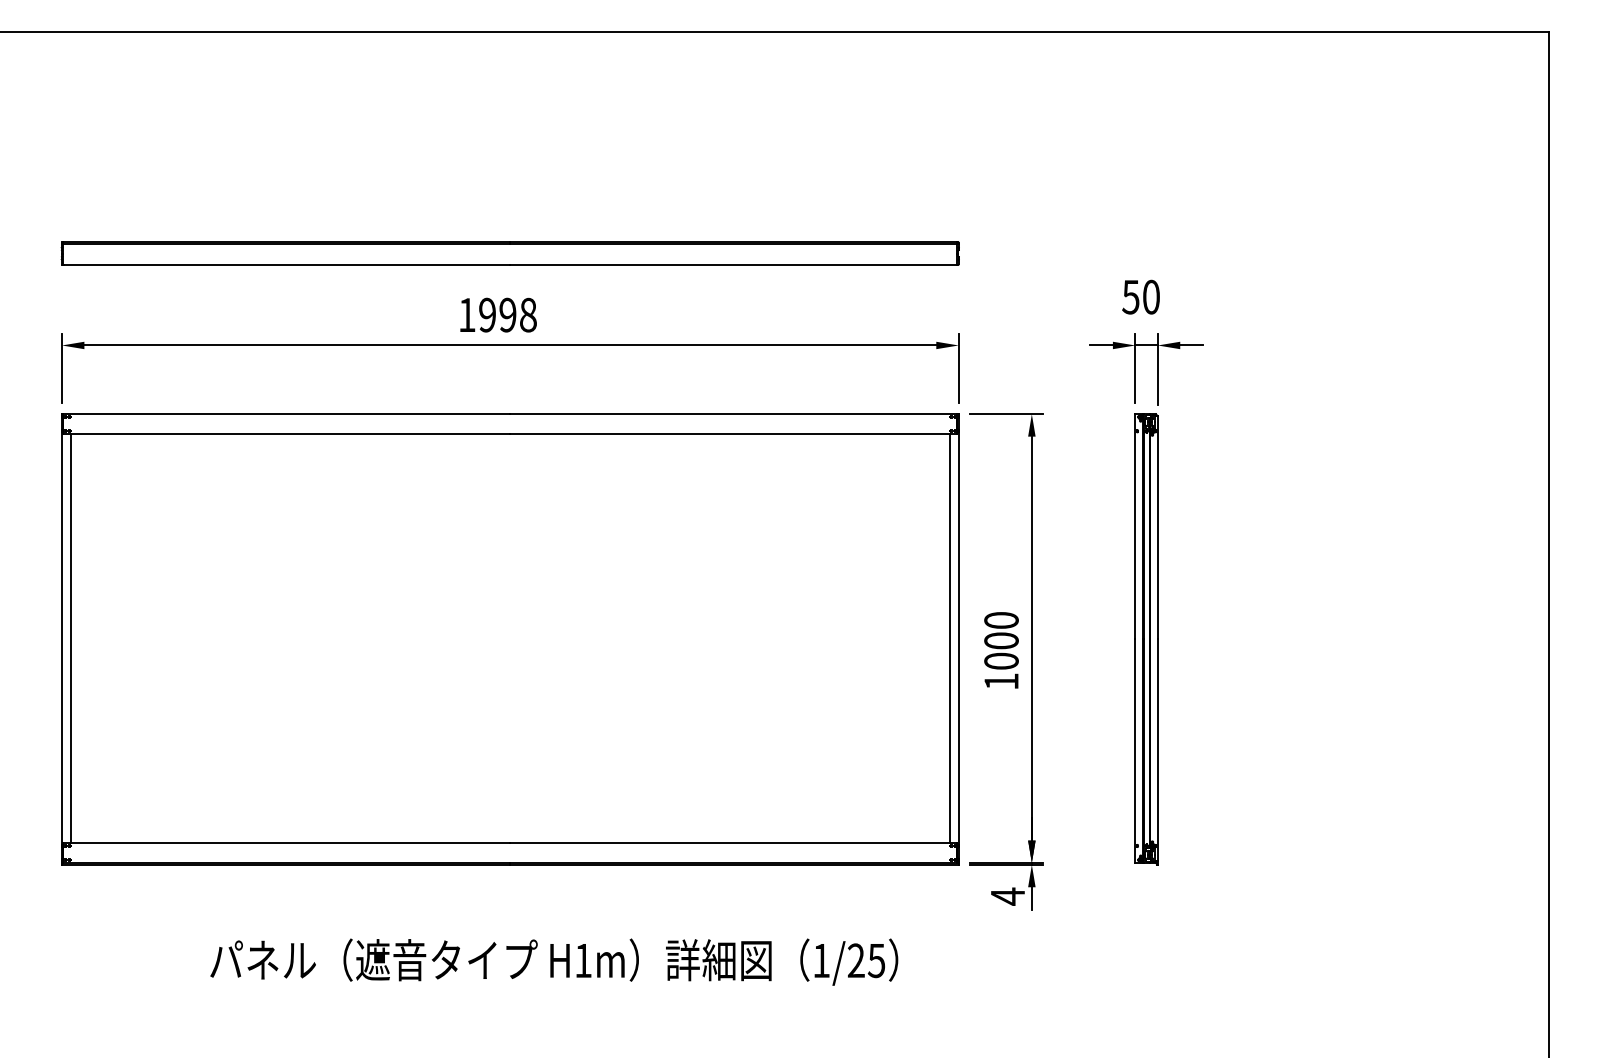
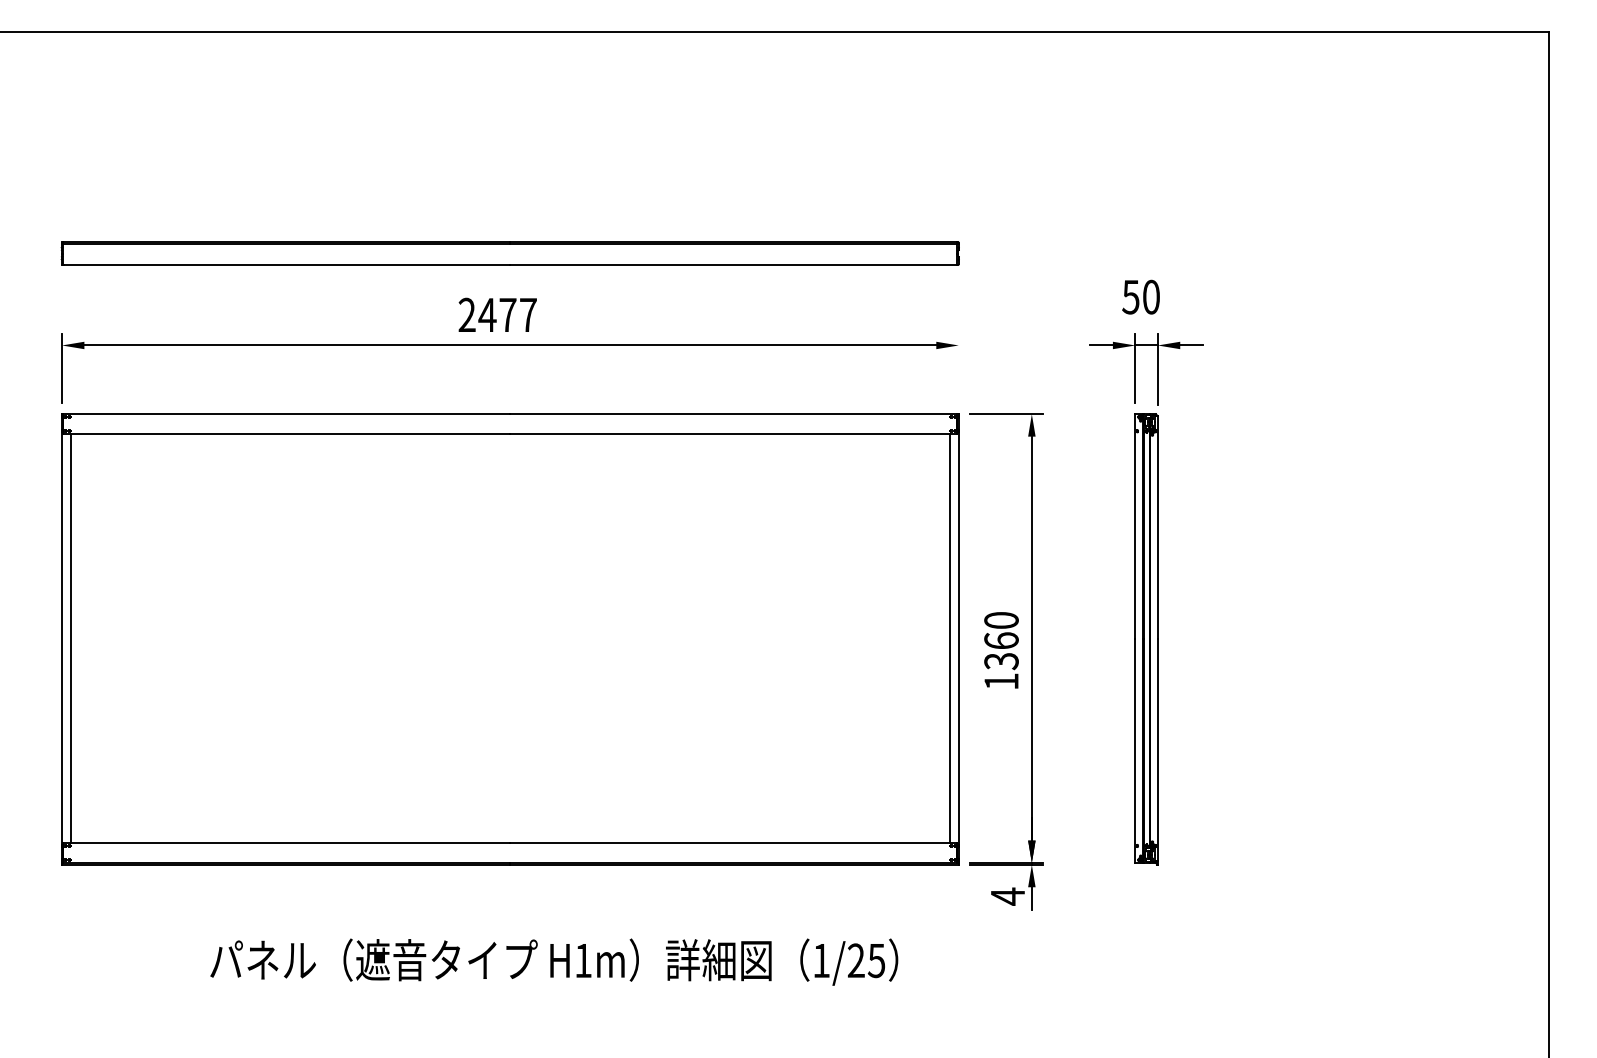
text at (497, 314): 1998 -> 2477
line at (958, 368): present -> none
text at (1001, 651): 1000 -> 1360
